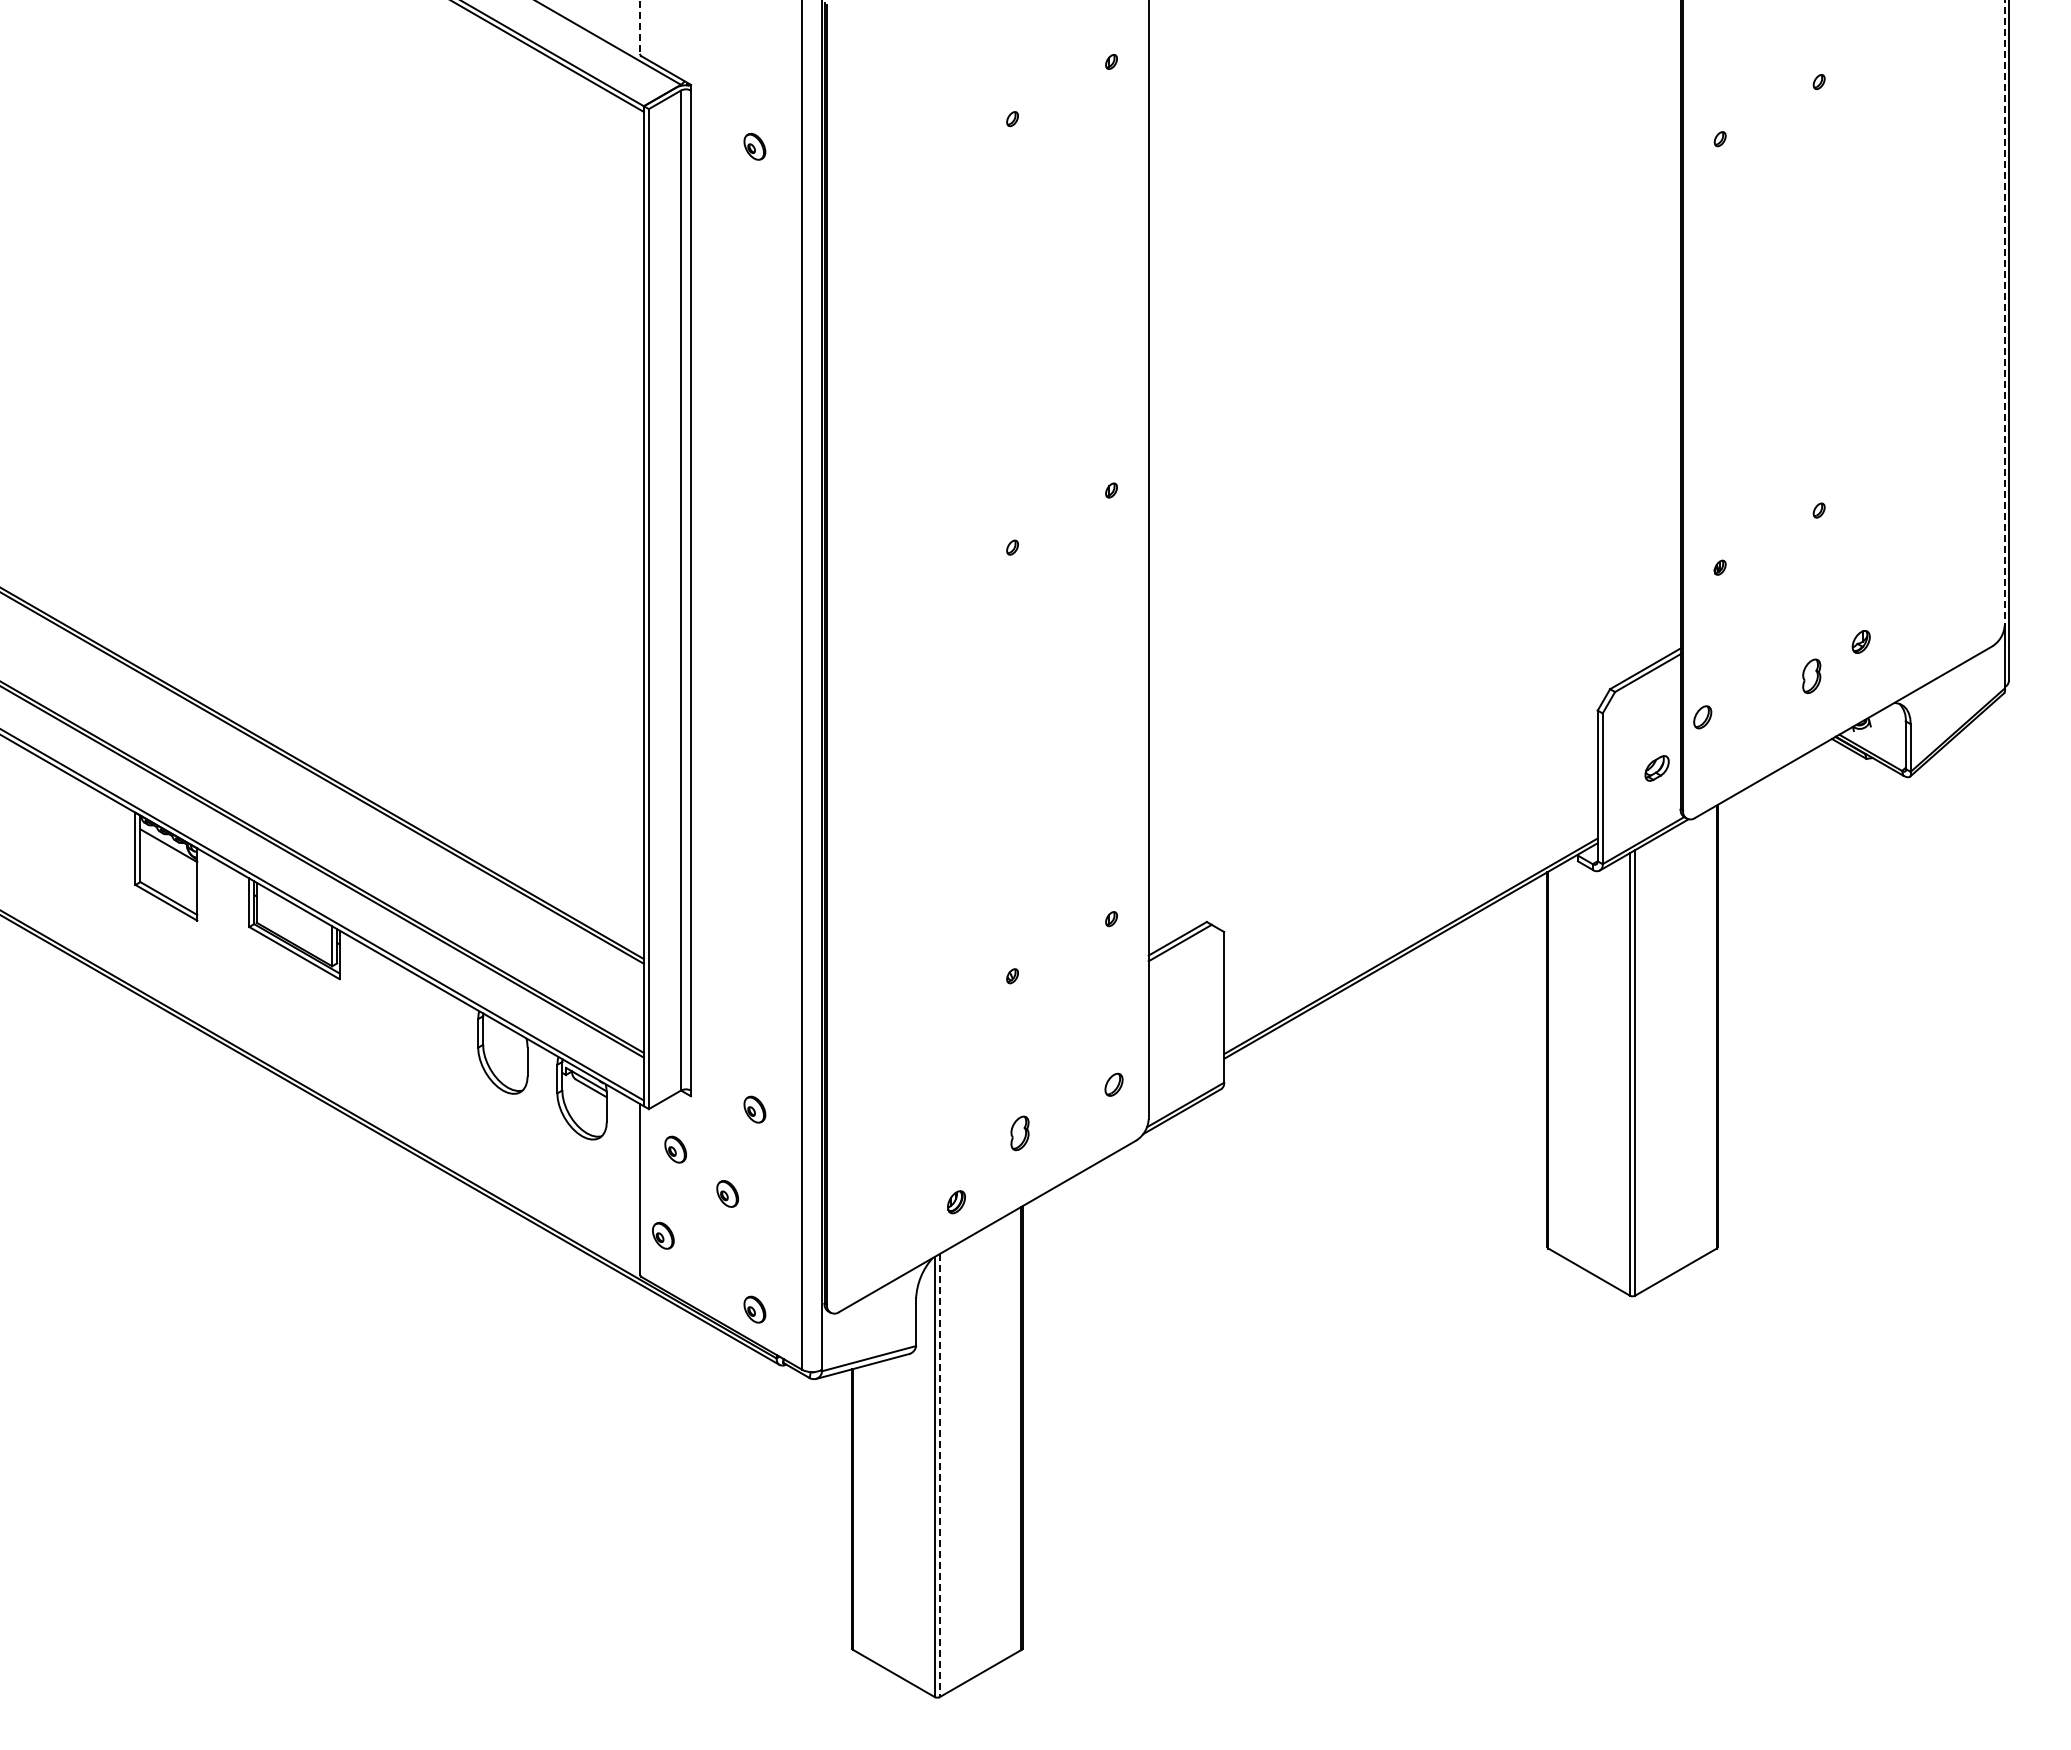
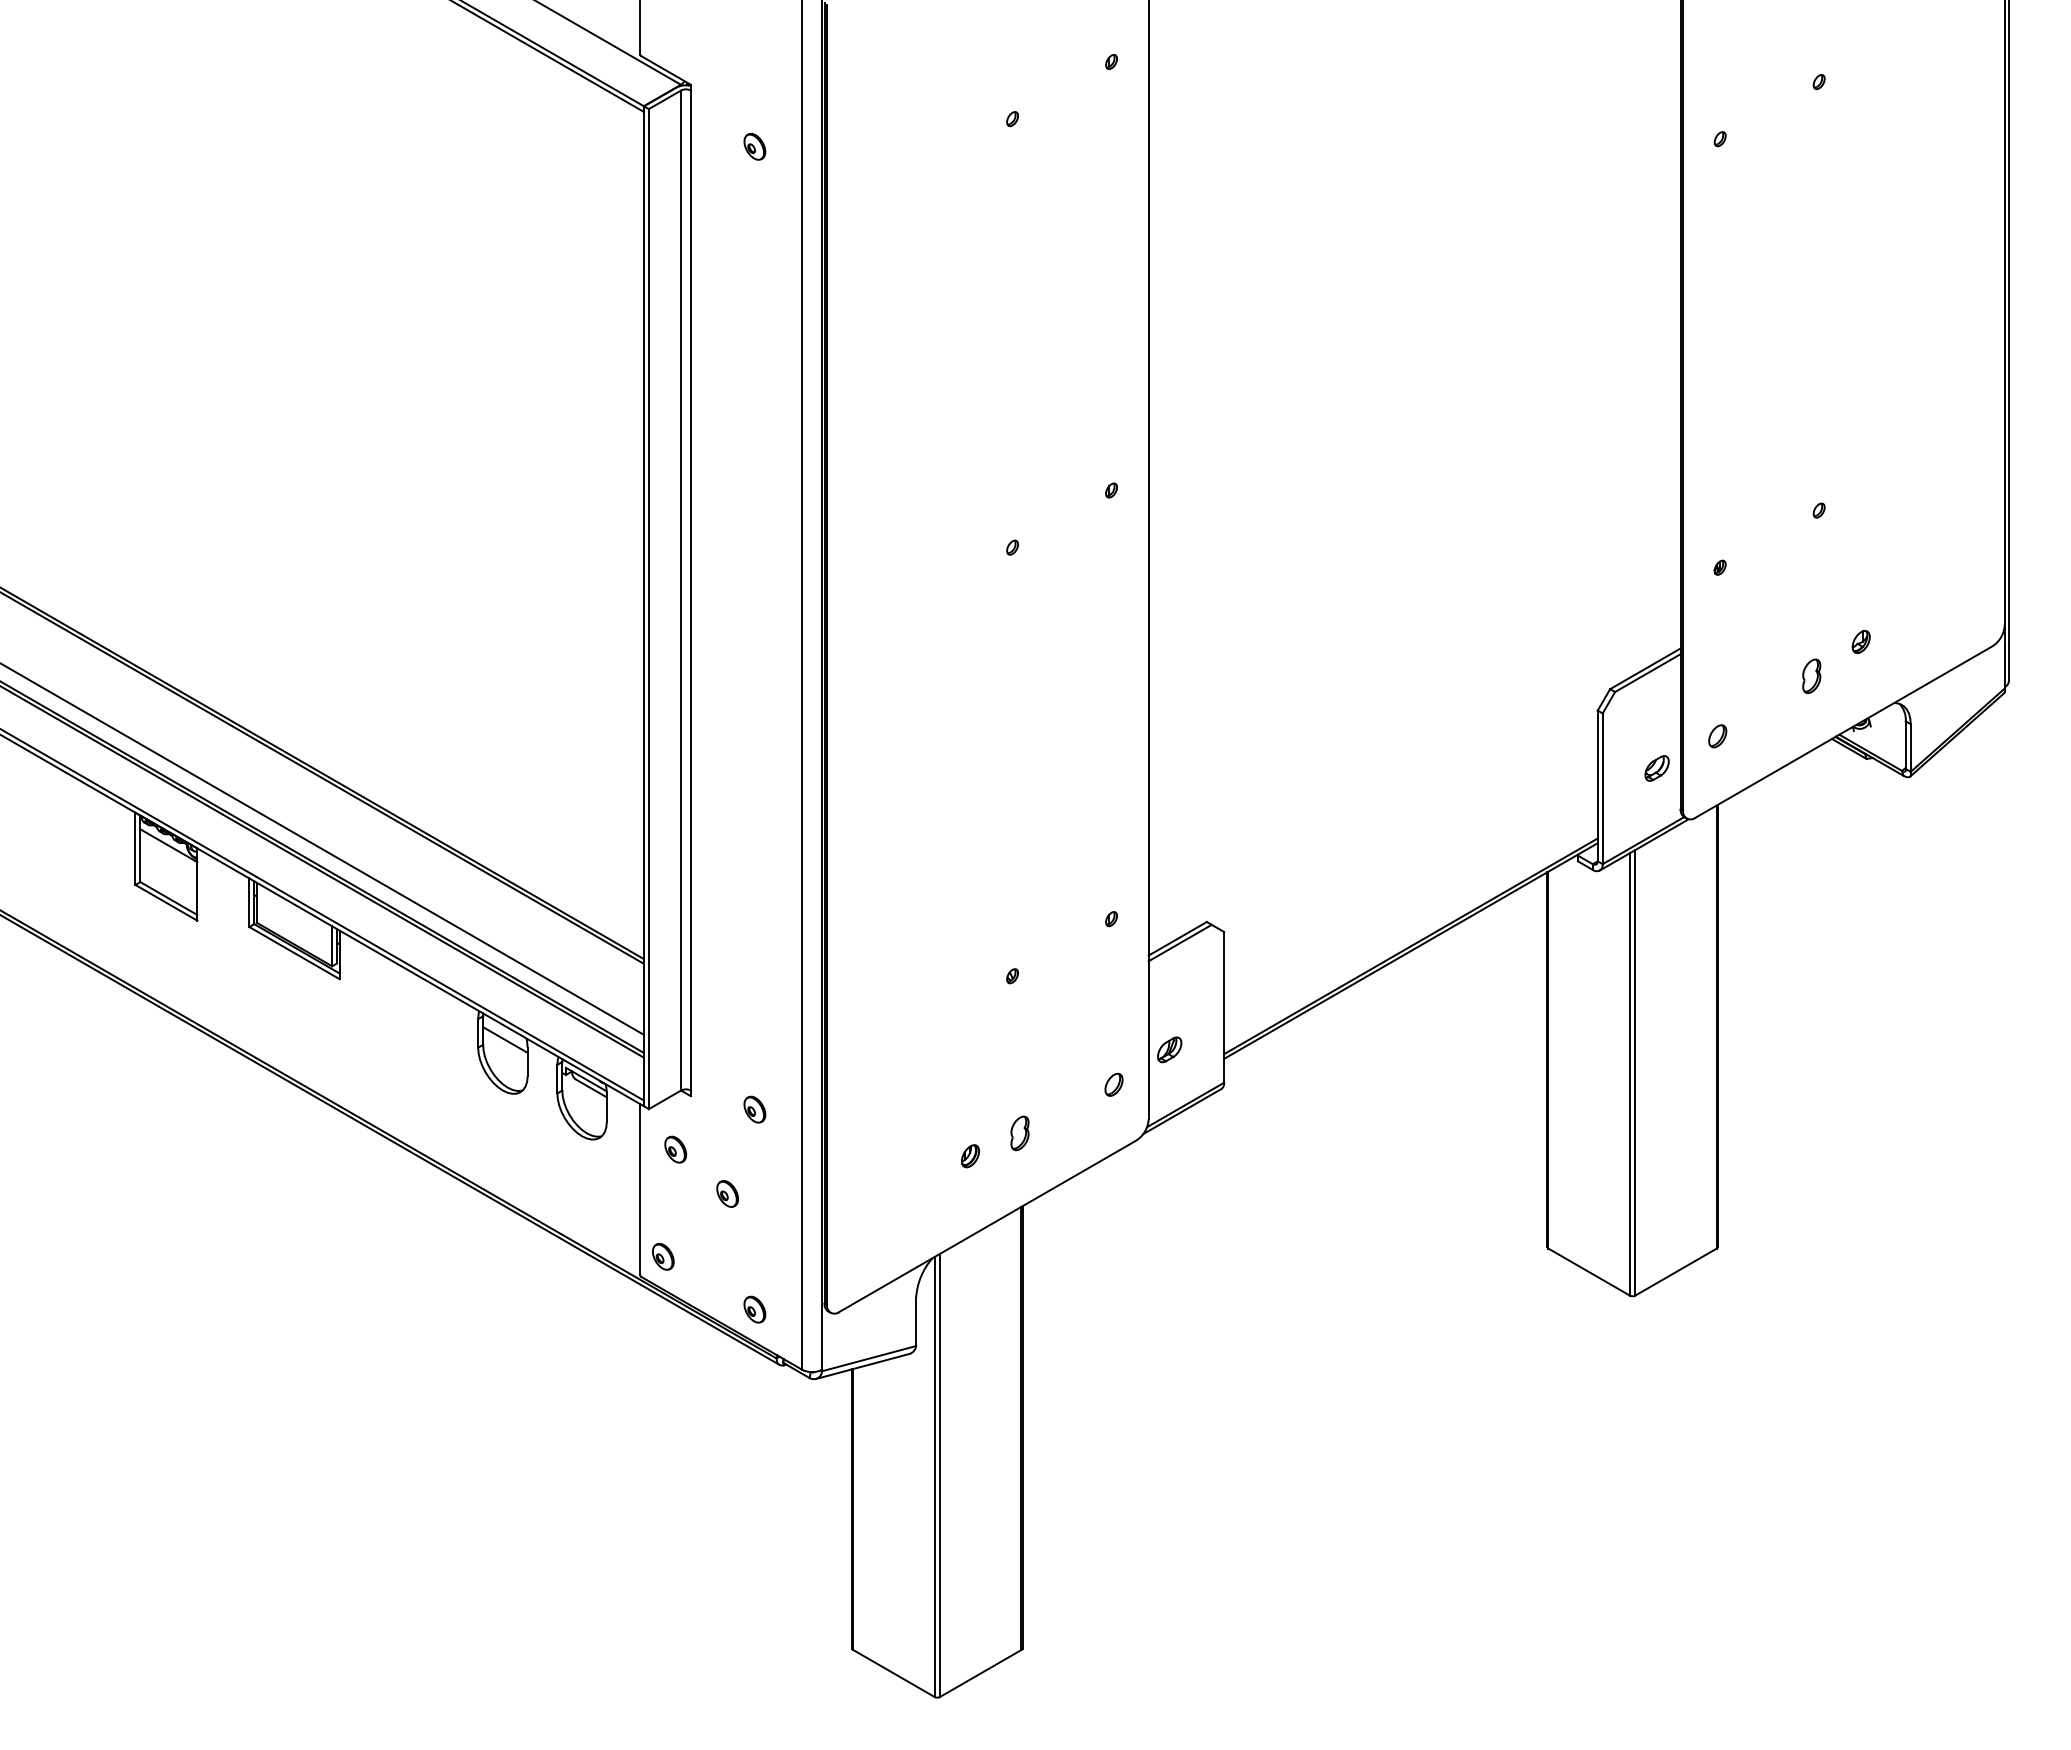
line at (640, 27): dashed -> solid
line at (2004, 313): dashed -> solid
part at (1702, 717) position: (1702, 717) -> (1717, 736)
line at (322, 849): none -> present
line at (505, 1039): none -> present
part at (1169, 1049): none -> present
part at (956, 1202) position: (956, 1202) -> (970, 1156)
part at (663, 1235) position: (663, 1235) -> (663, 1256)
line at (939, 1475): dashed -> solid
